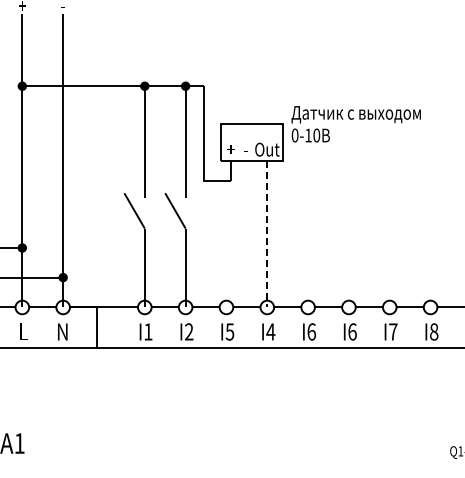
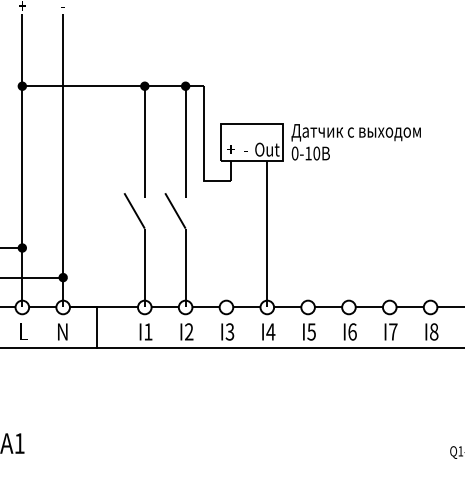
text at (355, 124) position: (355, 124) -> (355, 142)
line at (267, 234): dashed -> solid
text at (230, 331): I5 -> I3
text at (311, 331): I6 -> I5
